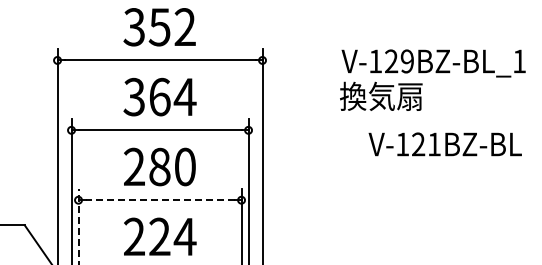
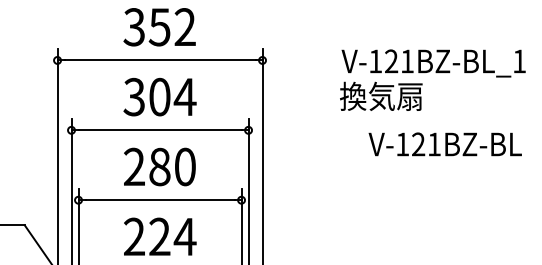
text at (406, 61): V-129BZ-BL_1 -> V-121BZ-BL_1
text at (159, 96): 364 -> 304
line at (160, 200): dashed -> solid
line at (78, 226): dashed -> solid
